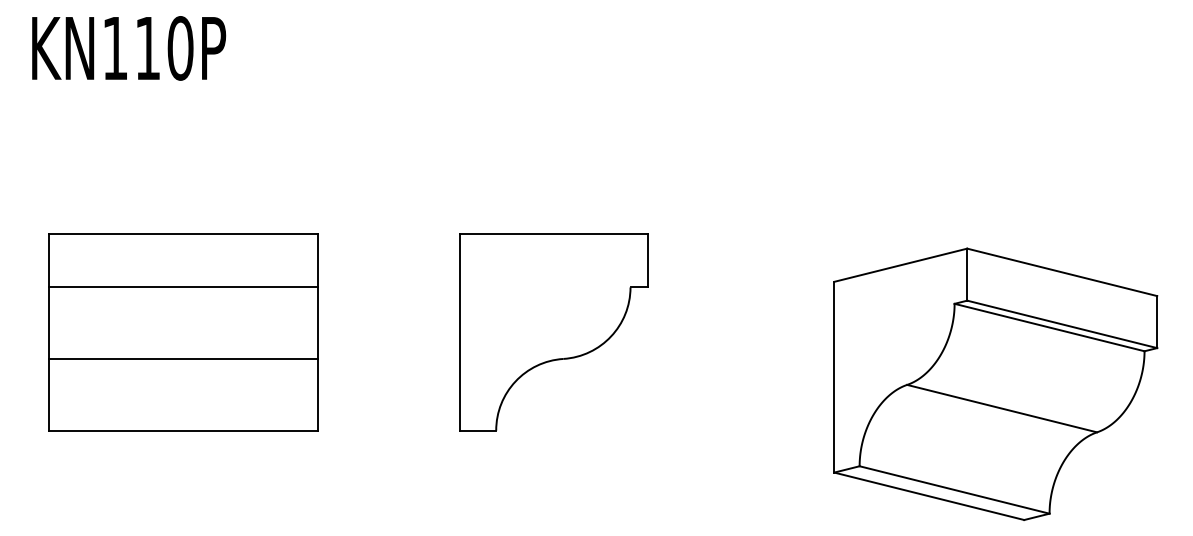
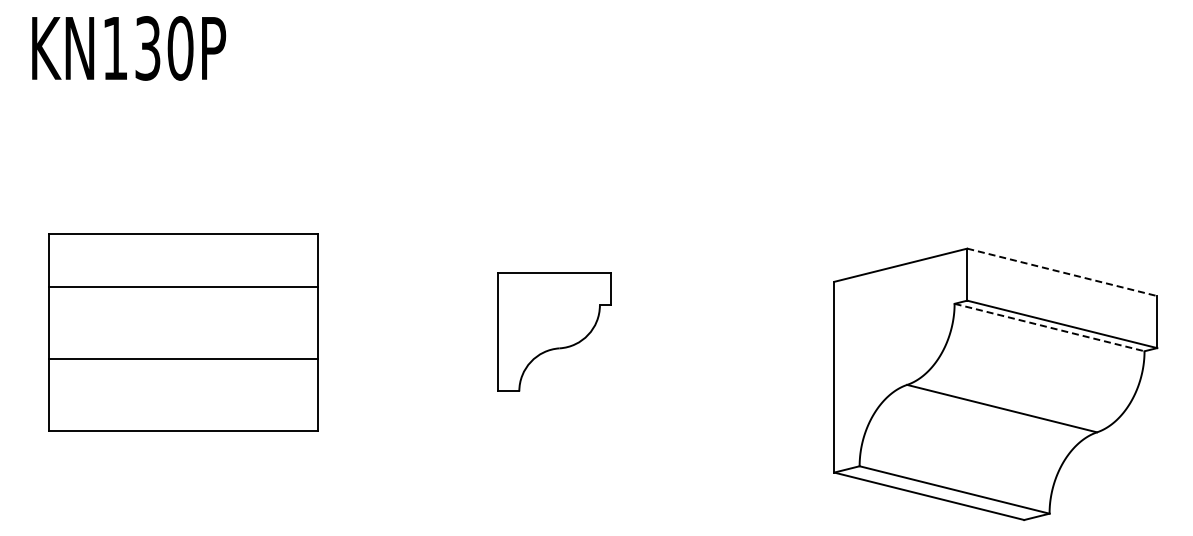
text at (147, 48): KN110P -> KN130P
line at (1062, 272): solid -> dashed
line at (1049, 327): solid -> dashed
part at (553, 332) size: 190x199 px -> 115x120 px
